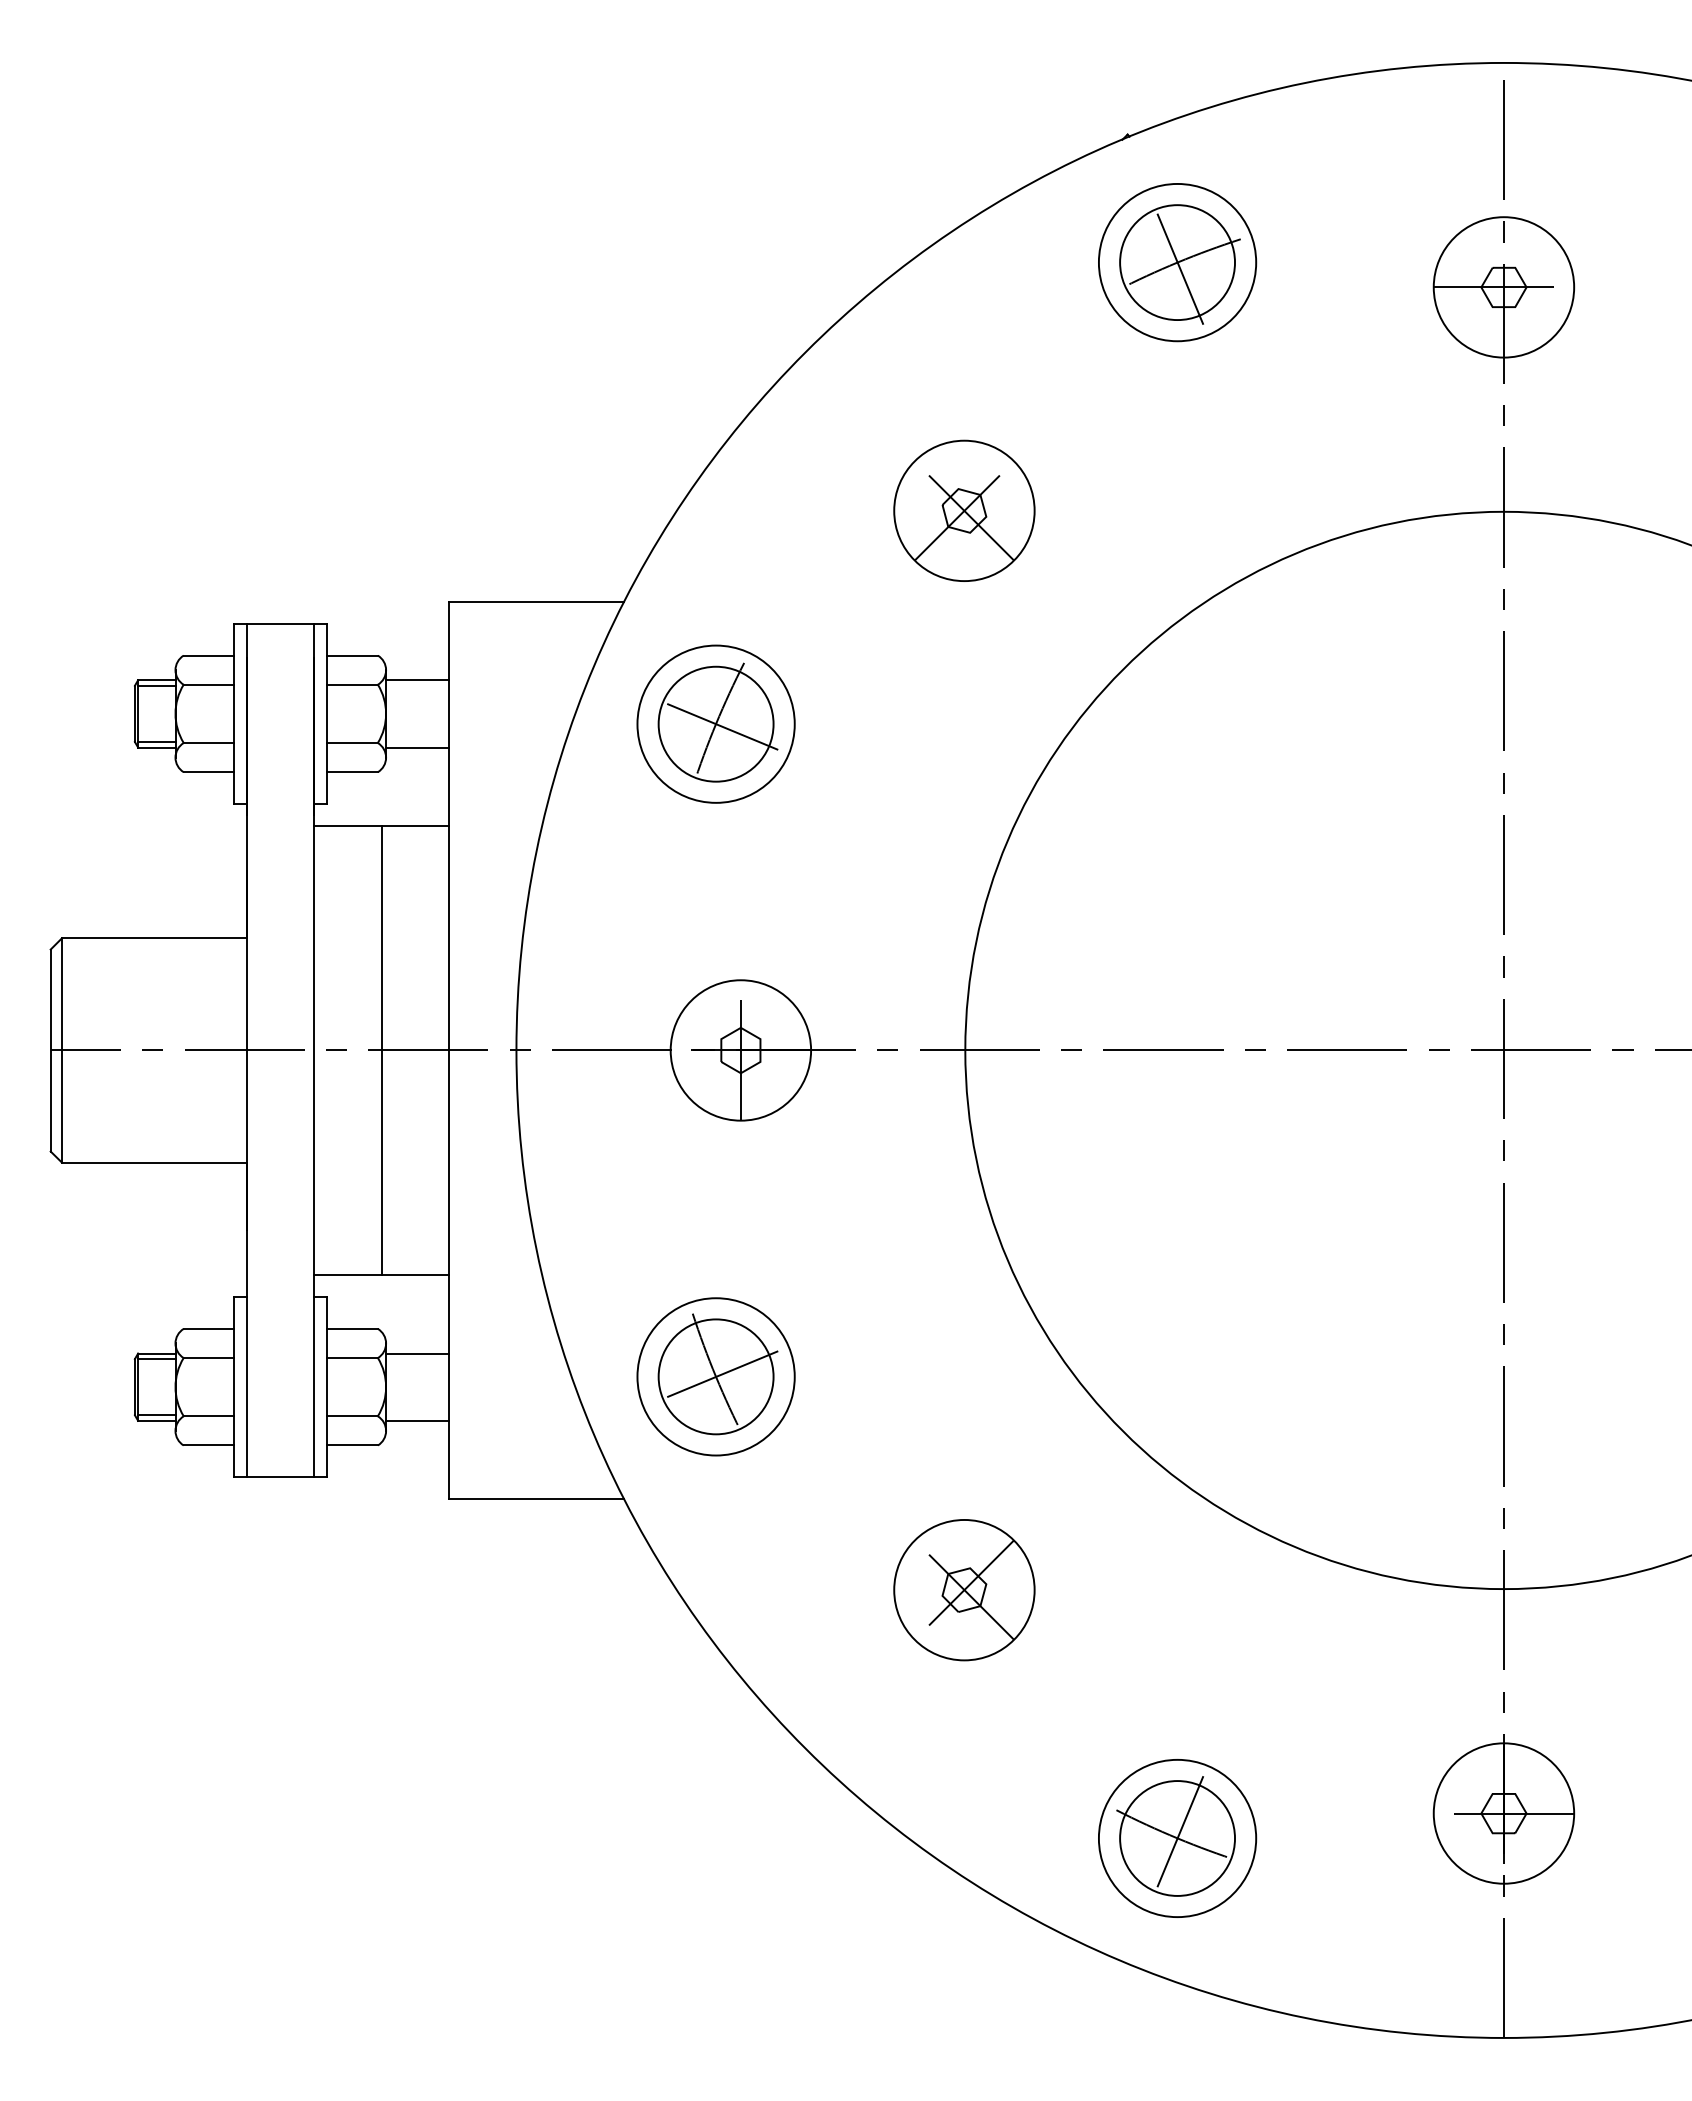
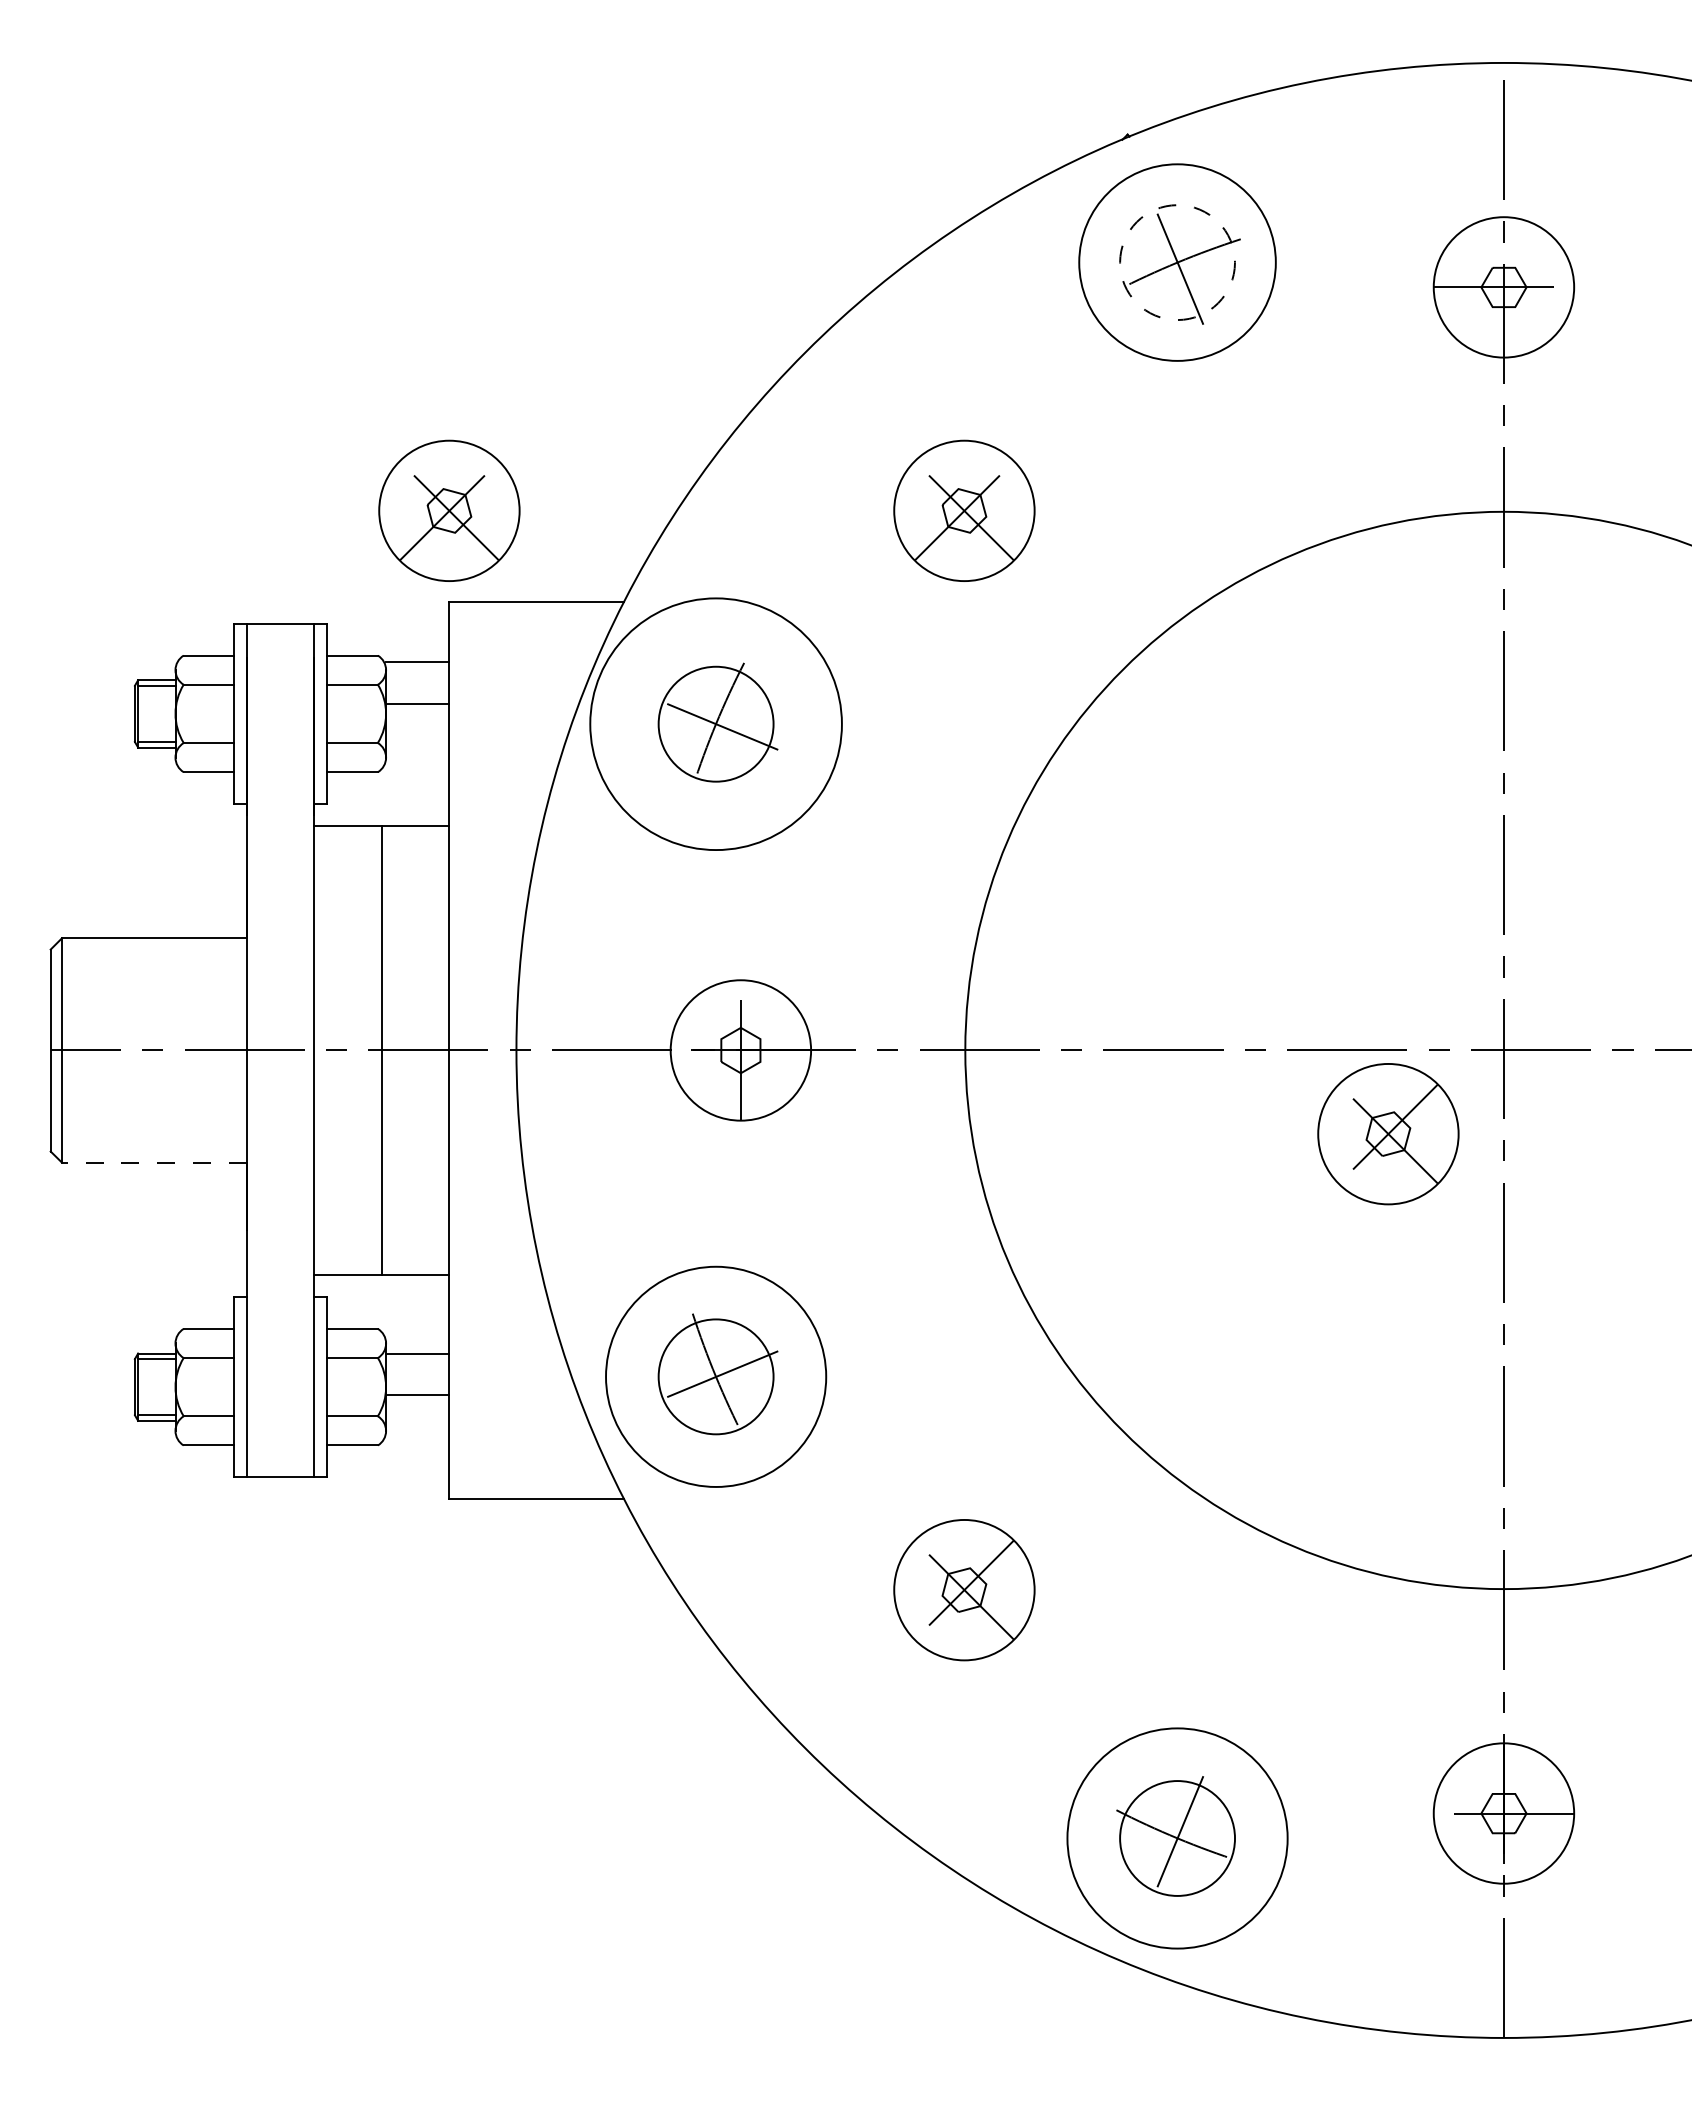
circle at (1177, 262) diameter: 157 px -> 197 px
circle at (1177, 262): solid -> dashed
part at (449, 510): none -> present
line at (417, 680) position: (417, 680) -> (417, 662)
circle at (715, 723) diameter: 157 px -> 252 px
line at (417, 747) position: (417, 747) -> (417, 703)
part at (1388, 1134): none -> present
line at (154, 1162): solid -> dashed
circle at (715, 1376) diameter: 157 px -> 220 px
line at (417, 1420) position: (417, 1420) -> (417, 1394)
circle at (1177, 1838) diameter: 157 px -> 220 px
